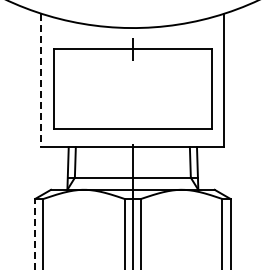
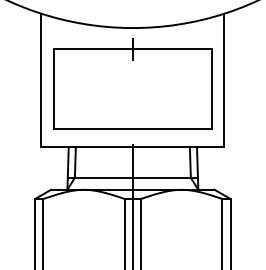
line at (41, 80): dashed -> solid
line at (35, 233): dashed -> solid
